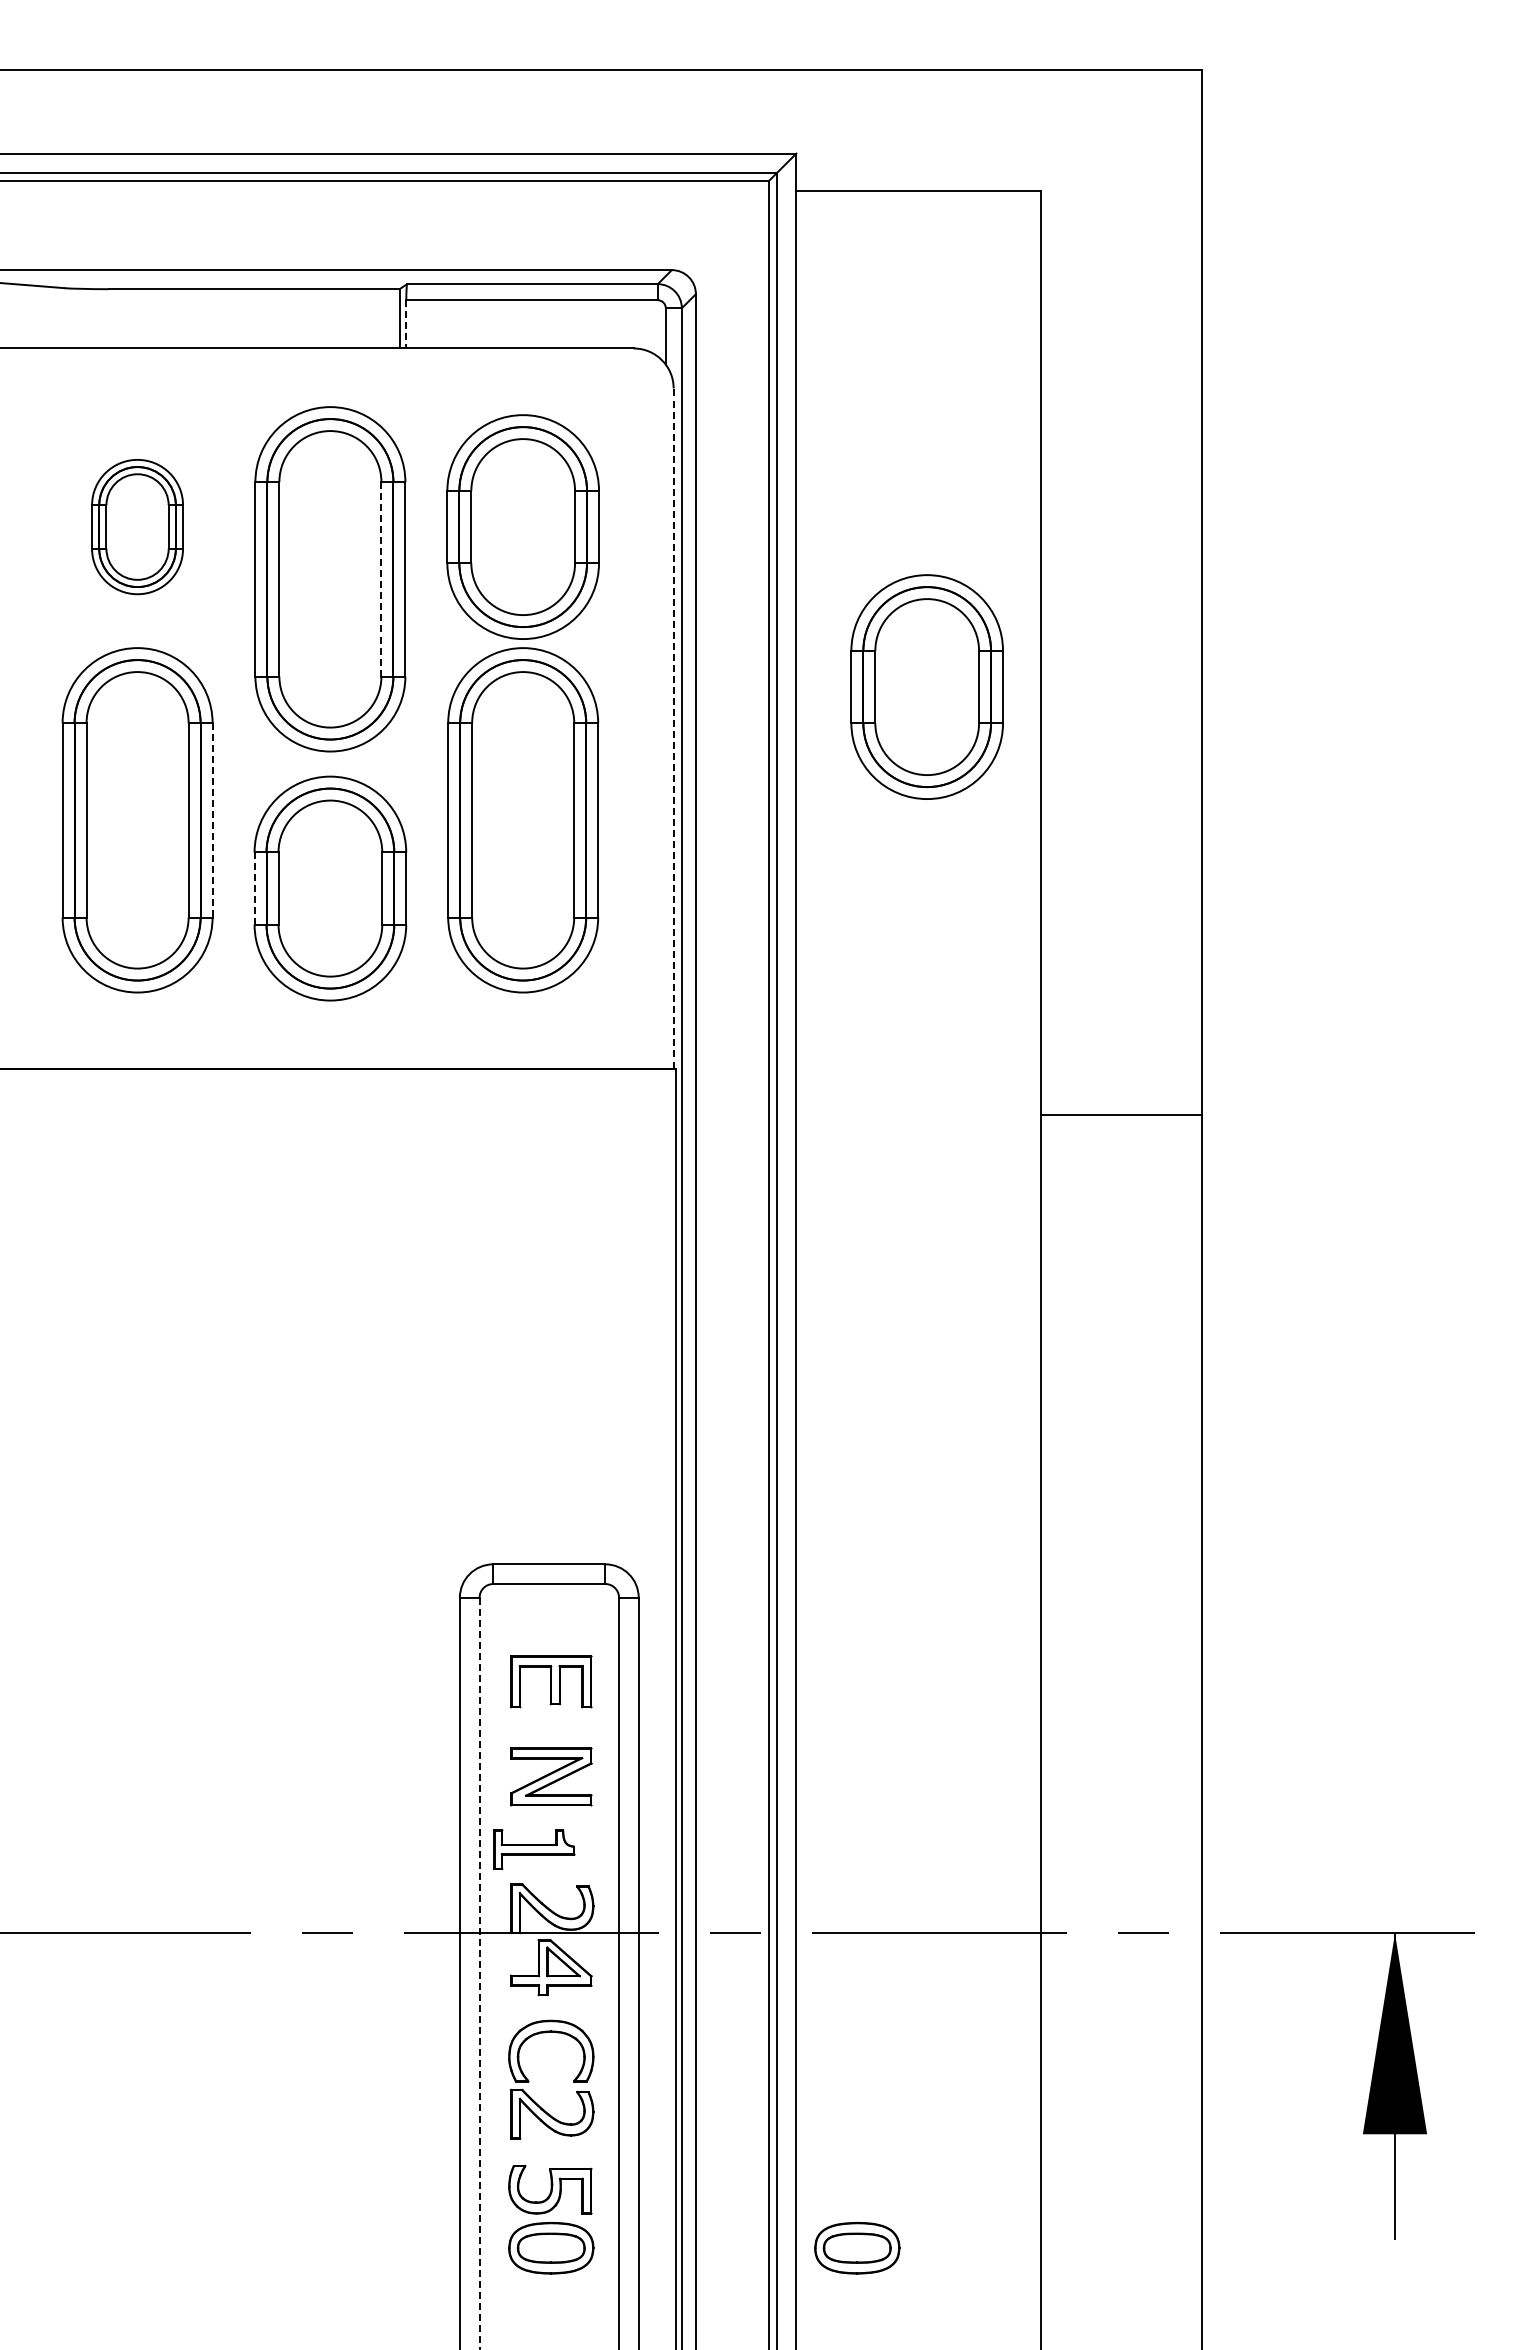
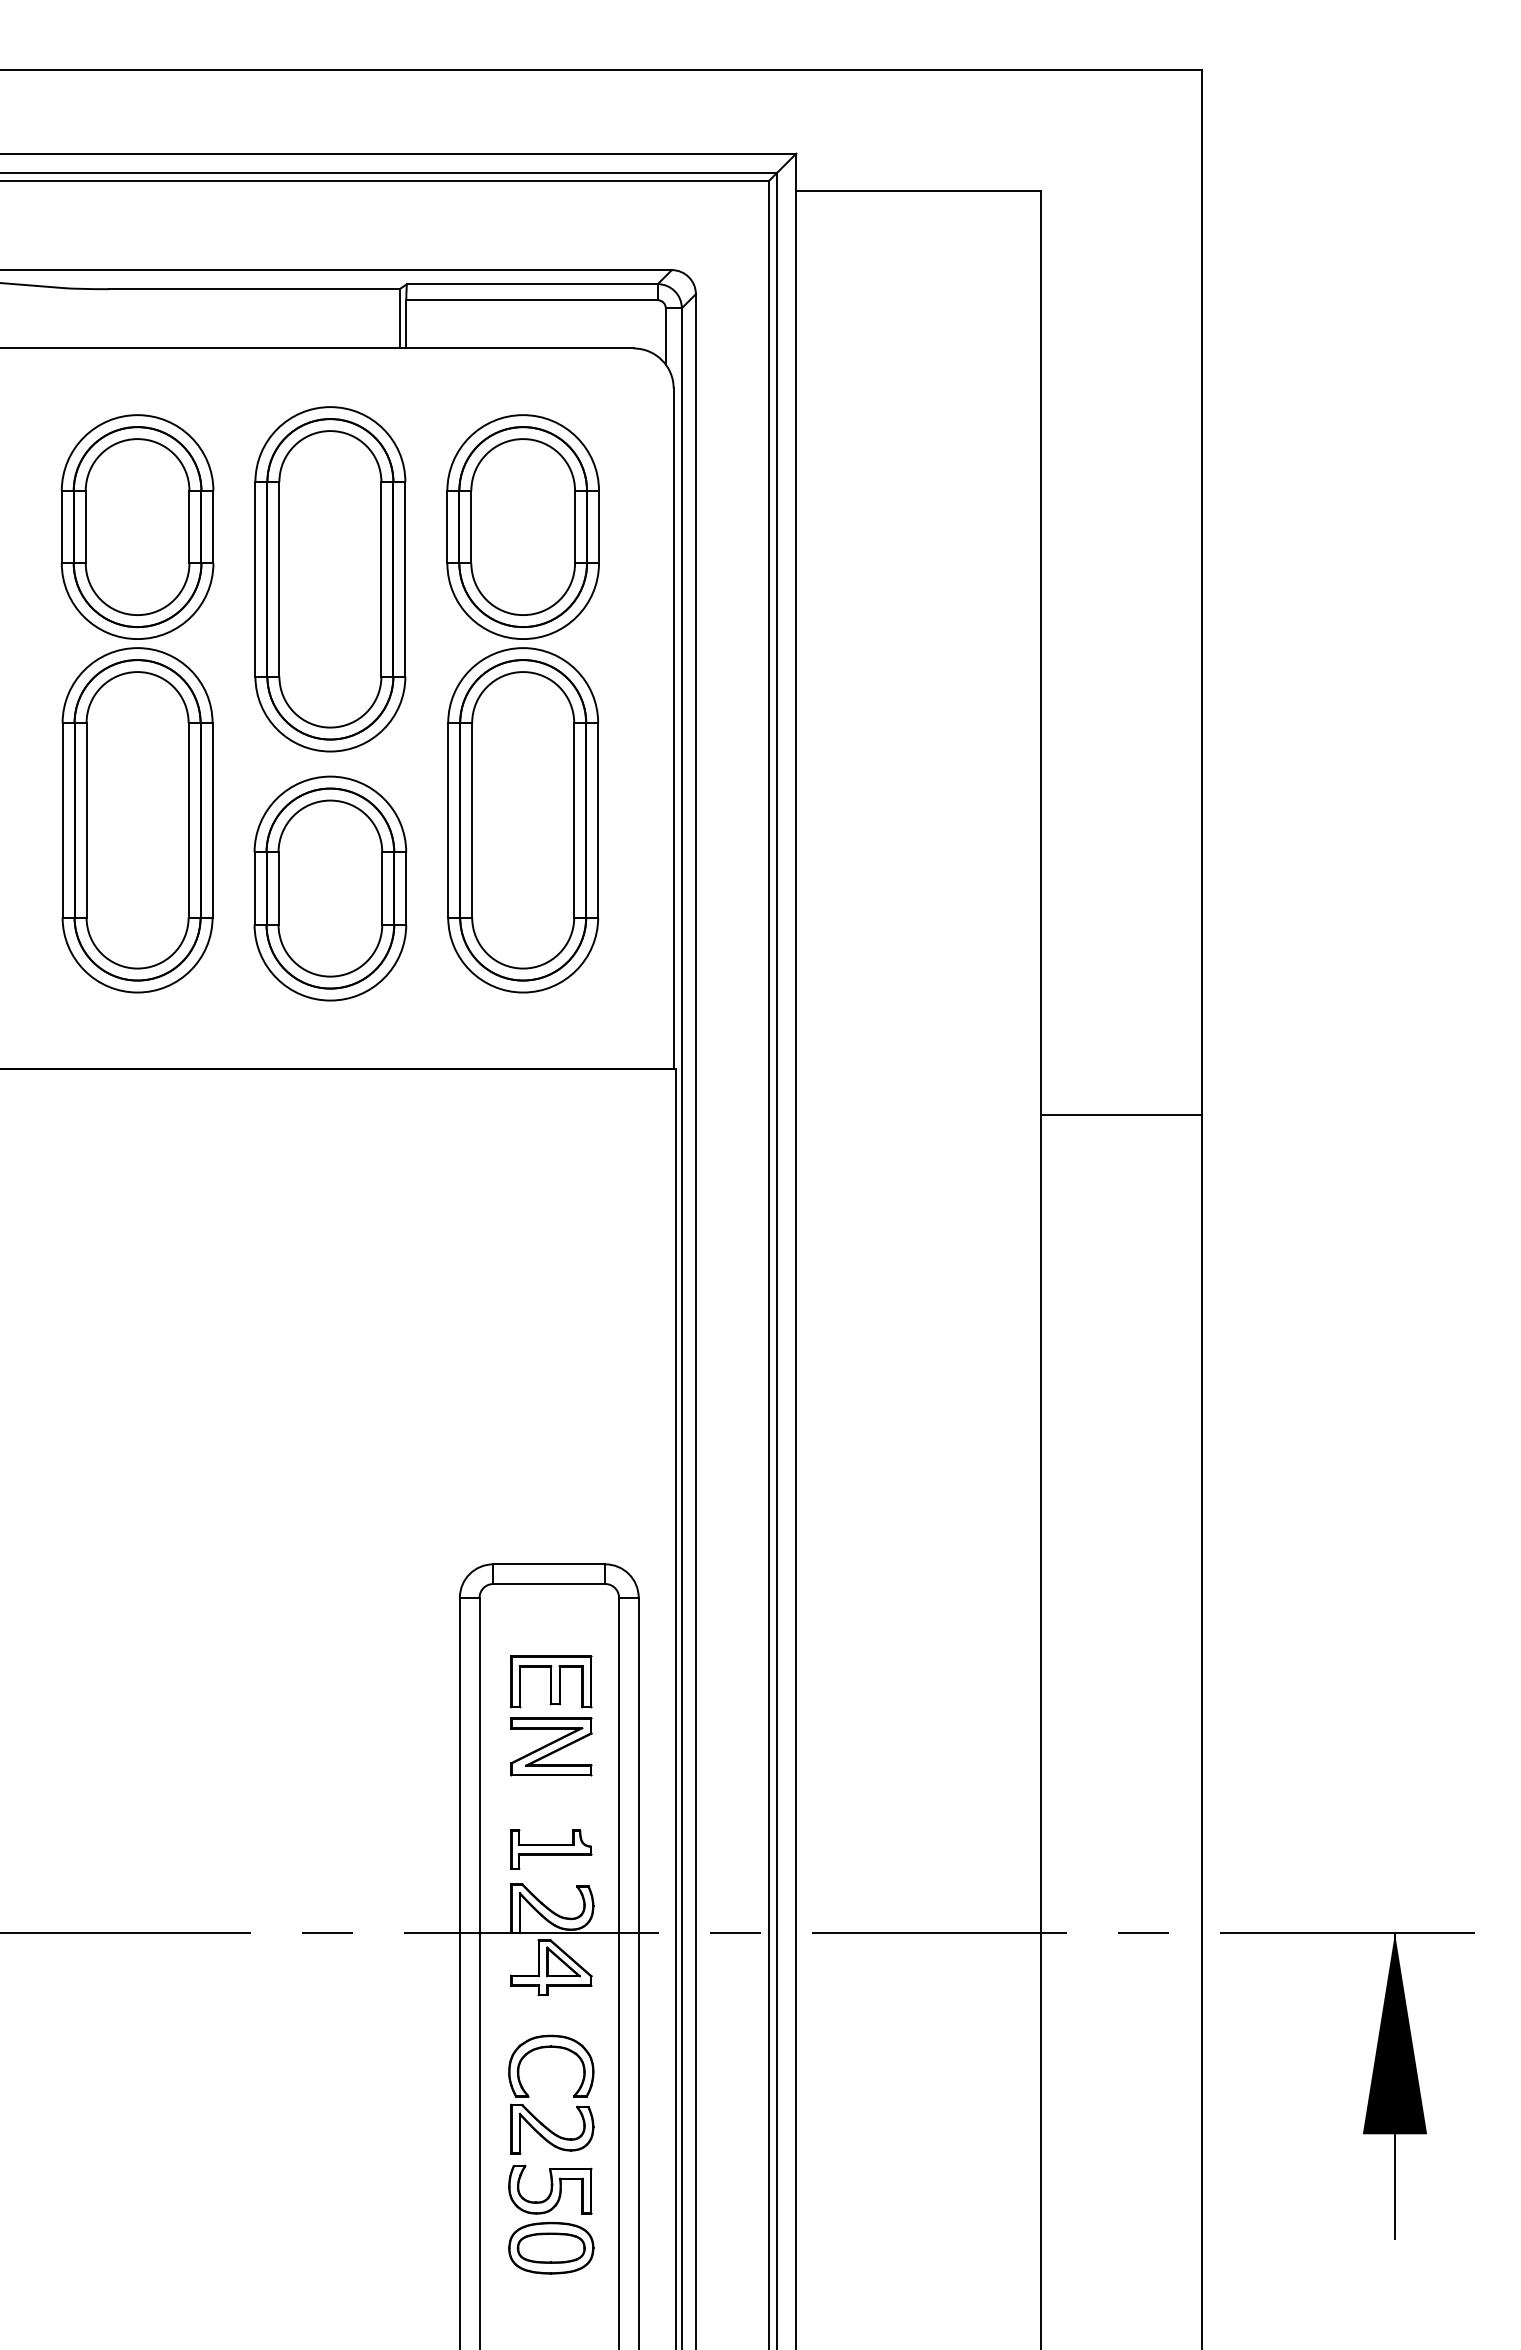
line at (406, 324): dashed -> solid
part at (137, 527) size: 93x137 px -> 155x226 px
line at (381, 578): dashed -> solid
part at (926, 686): present -> none
line at (673, 727): dashed -> solid
line at (212, 820): dashed -> solid
line at (254, 888): dashed -> solid
part at (551, 1776) position: (551, 1776) -> (551, 1746)
part at (534, 1849) position: (534, 1849) -> (551, 1849)
line at (479, 1973): dashed -> solid
part at (573, 2080) position: (573, 2080) -> (573, 2095)
part at (857, 2247): present -> none
